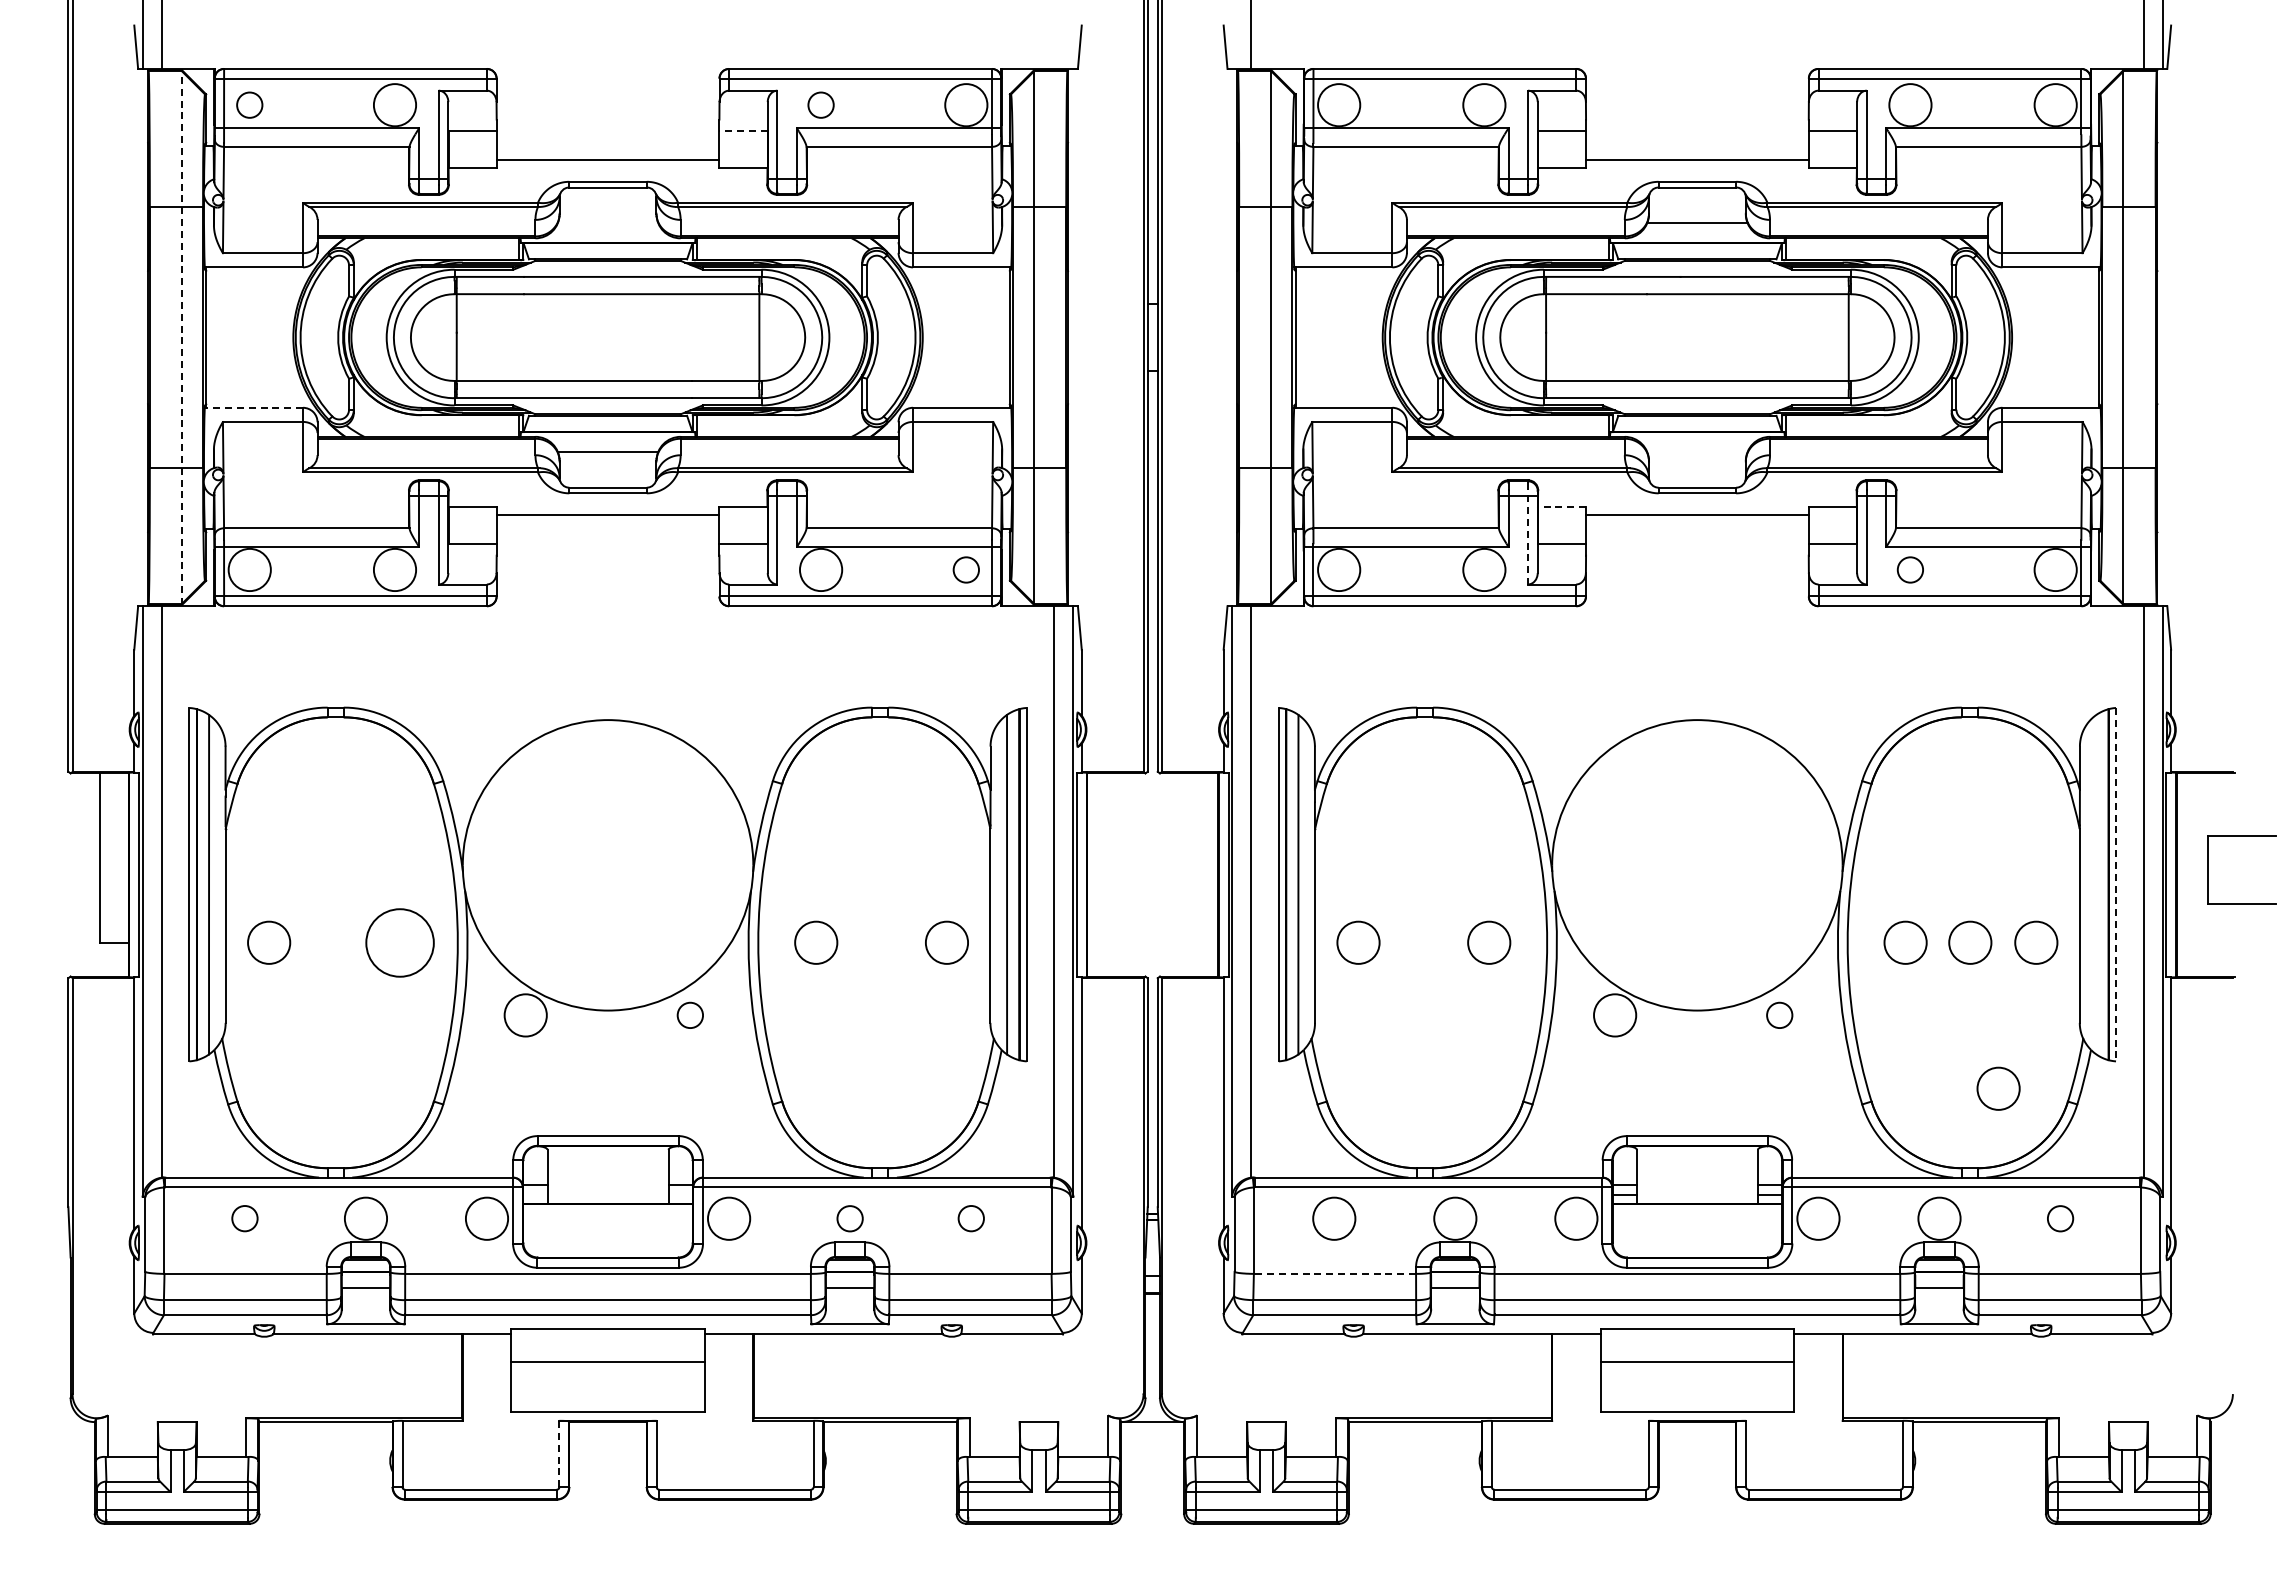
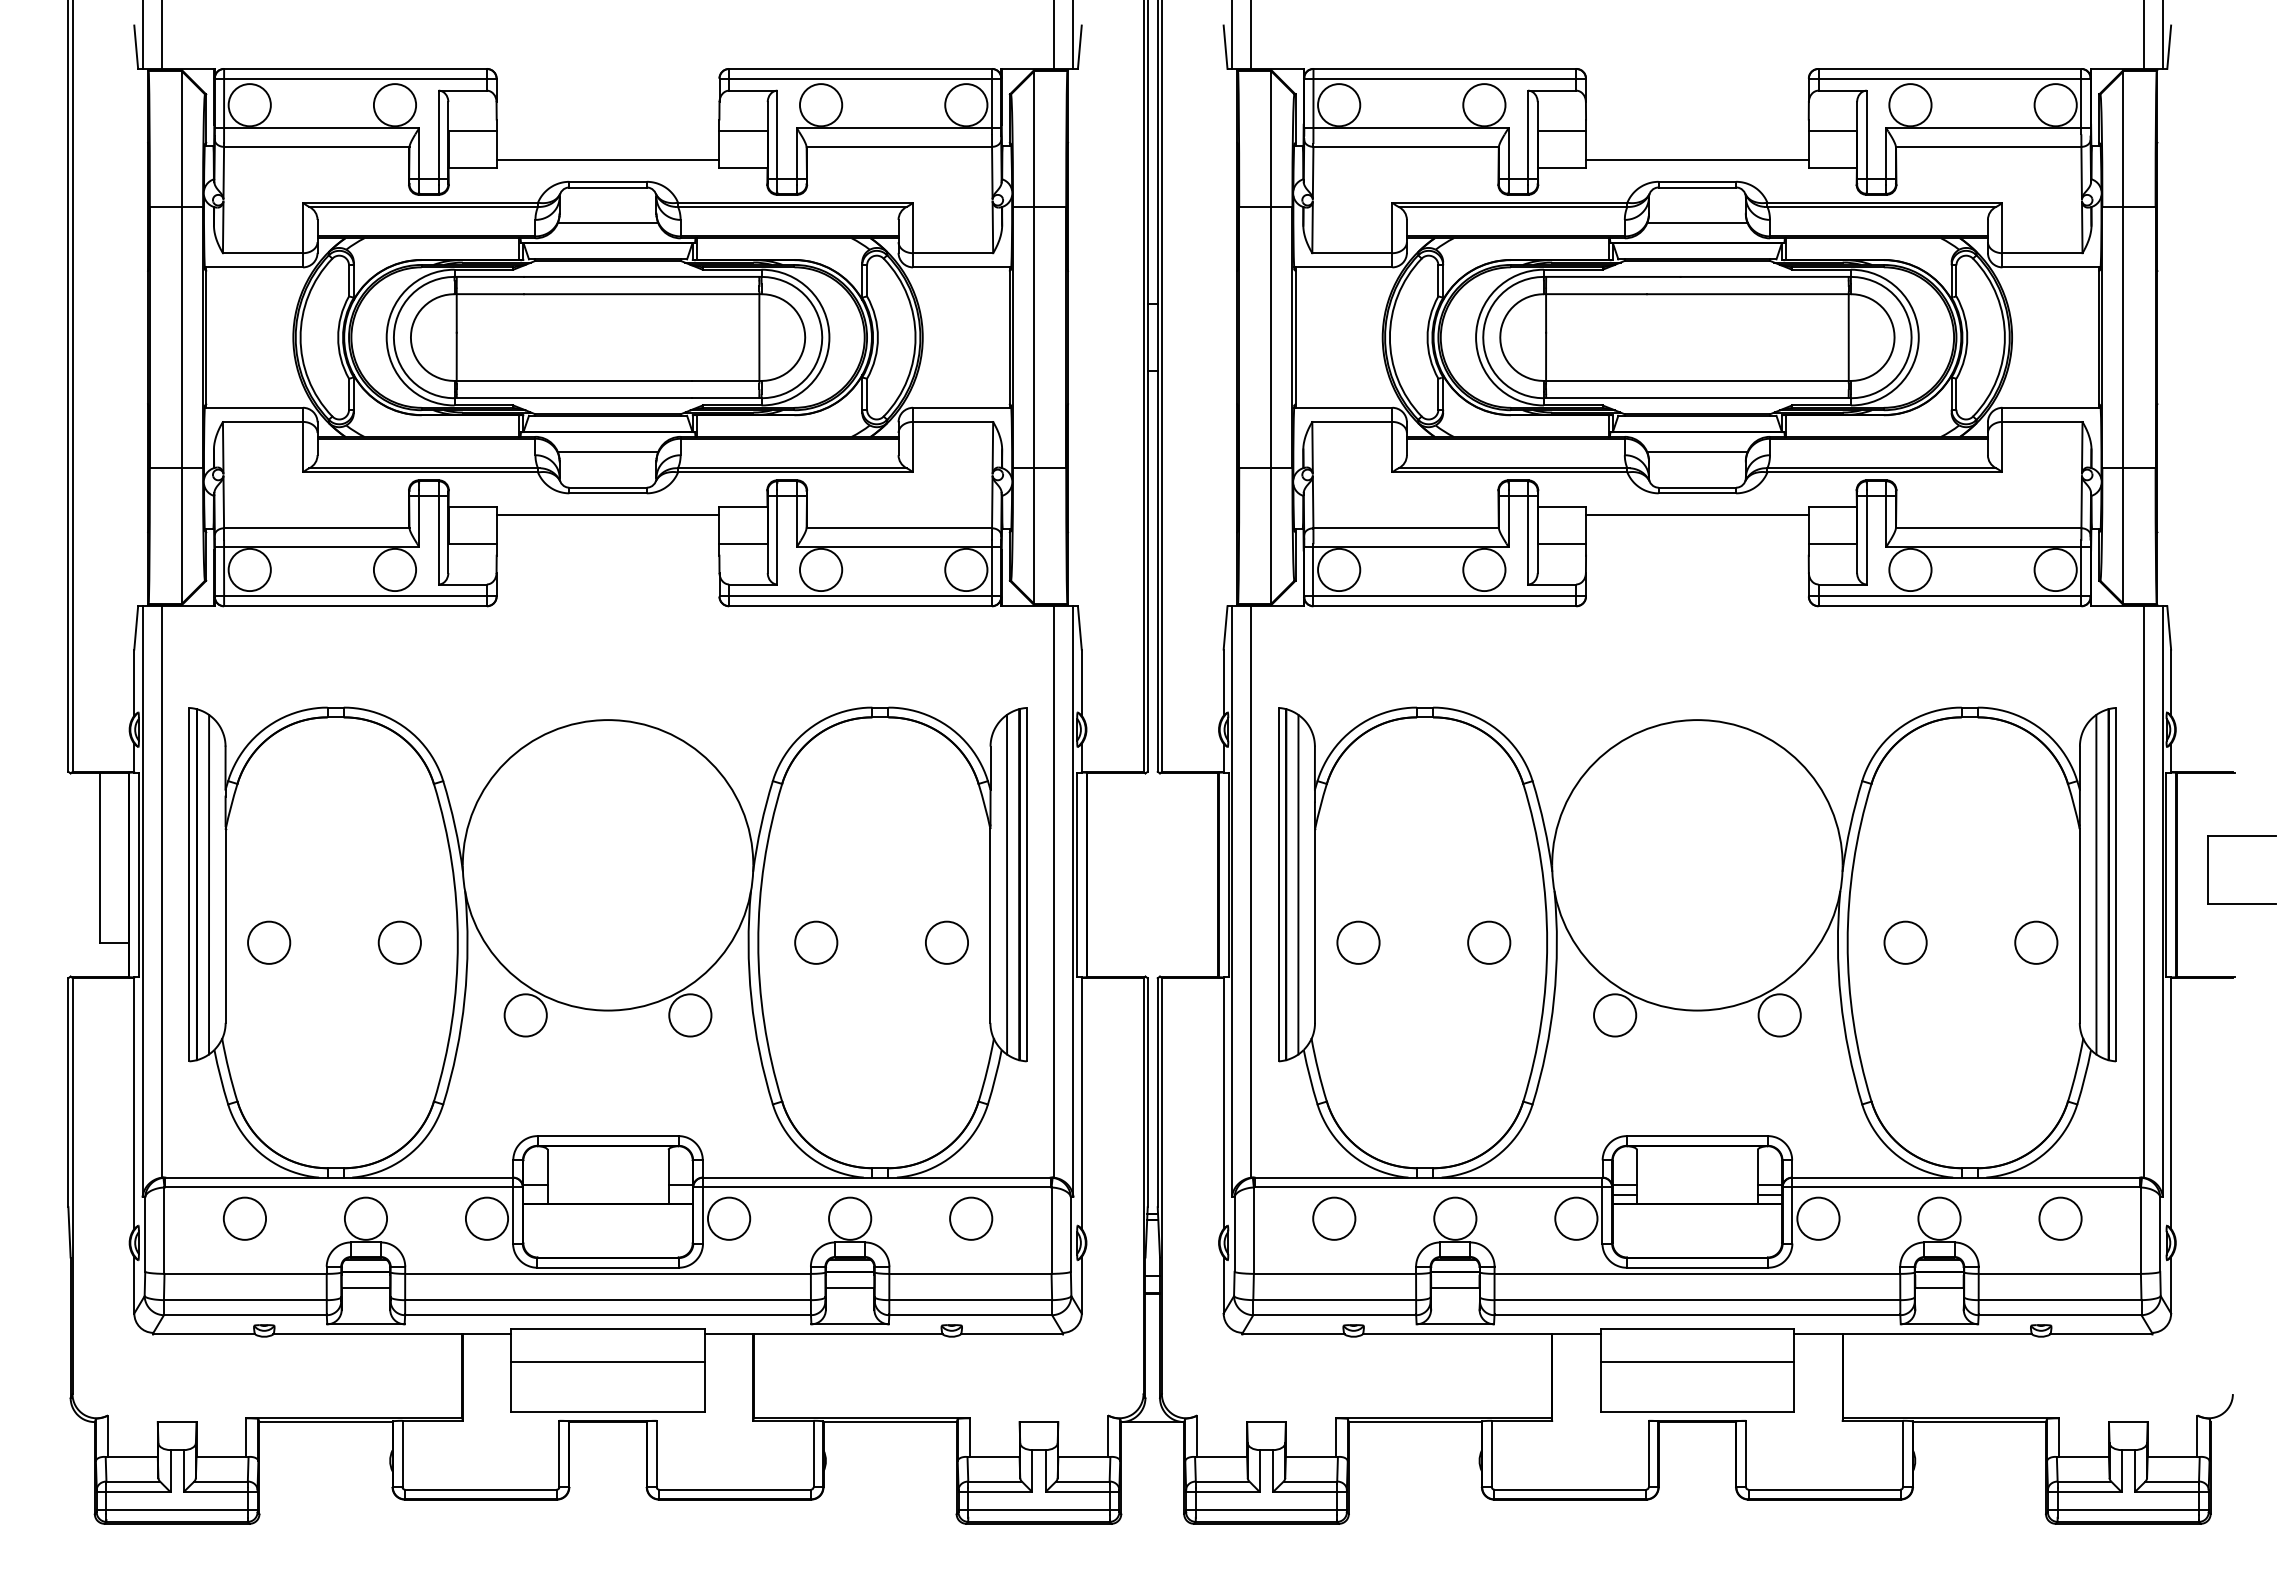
line at (1054, 35): none -> present
line at (1073, 35): none -> present
line at (1232, 35): none -> present
circle at (249, 104) diameter: 25 px -> 42 px
circle at (820, 104) diameter: 25 px -> 42 px
line at (742, 131): dashed -> solid
line at (607, 223): none -> present
line at (182, 337): dashed -> solid
line at (253, 407): dashed -> solid
line at (1697, 451): none -> present
line at (1561, 507): dashed -> solid
line at (1528, 533): dashed -> solid
circle at (966, 569) diameter: 25 px -> 42 px
circle at (1910, 569) diameter: 25 px -> 42 px
line at (2096, 884): none -> present
line at (2116, 884): dashed -> solid
circle at (399, 942) size: 70x70 px -> 45x45 px
circle at (1970, 942): present -> none
circle at (690, 1015) diameter: 25 px -> 42 px
circle at (1779, 1015) diameter: 25 px -> 42 px
circle at (1998, 1088): present -> none
circle at (244, 1218) size: 28x28 px -> 44x45 px
circle at (849, 1218) diameter: 25 px -> 42 px
circle at (970, 1218) size: 28x28 px -> 45x45 px
circle at (2060, 1218) diameter: 25 px -> 42 px
line at (1334, 1273): dashed -> solid
line at (559, 1453): dashed -> solid
